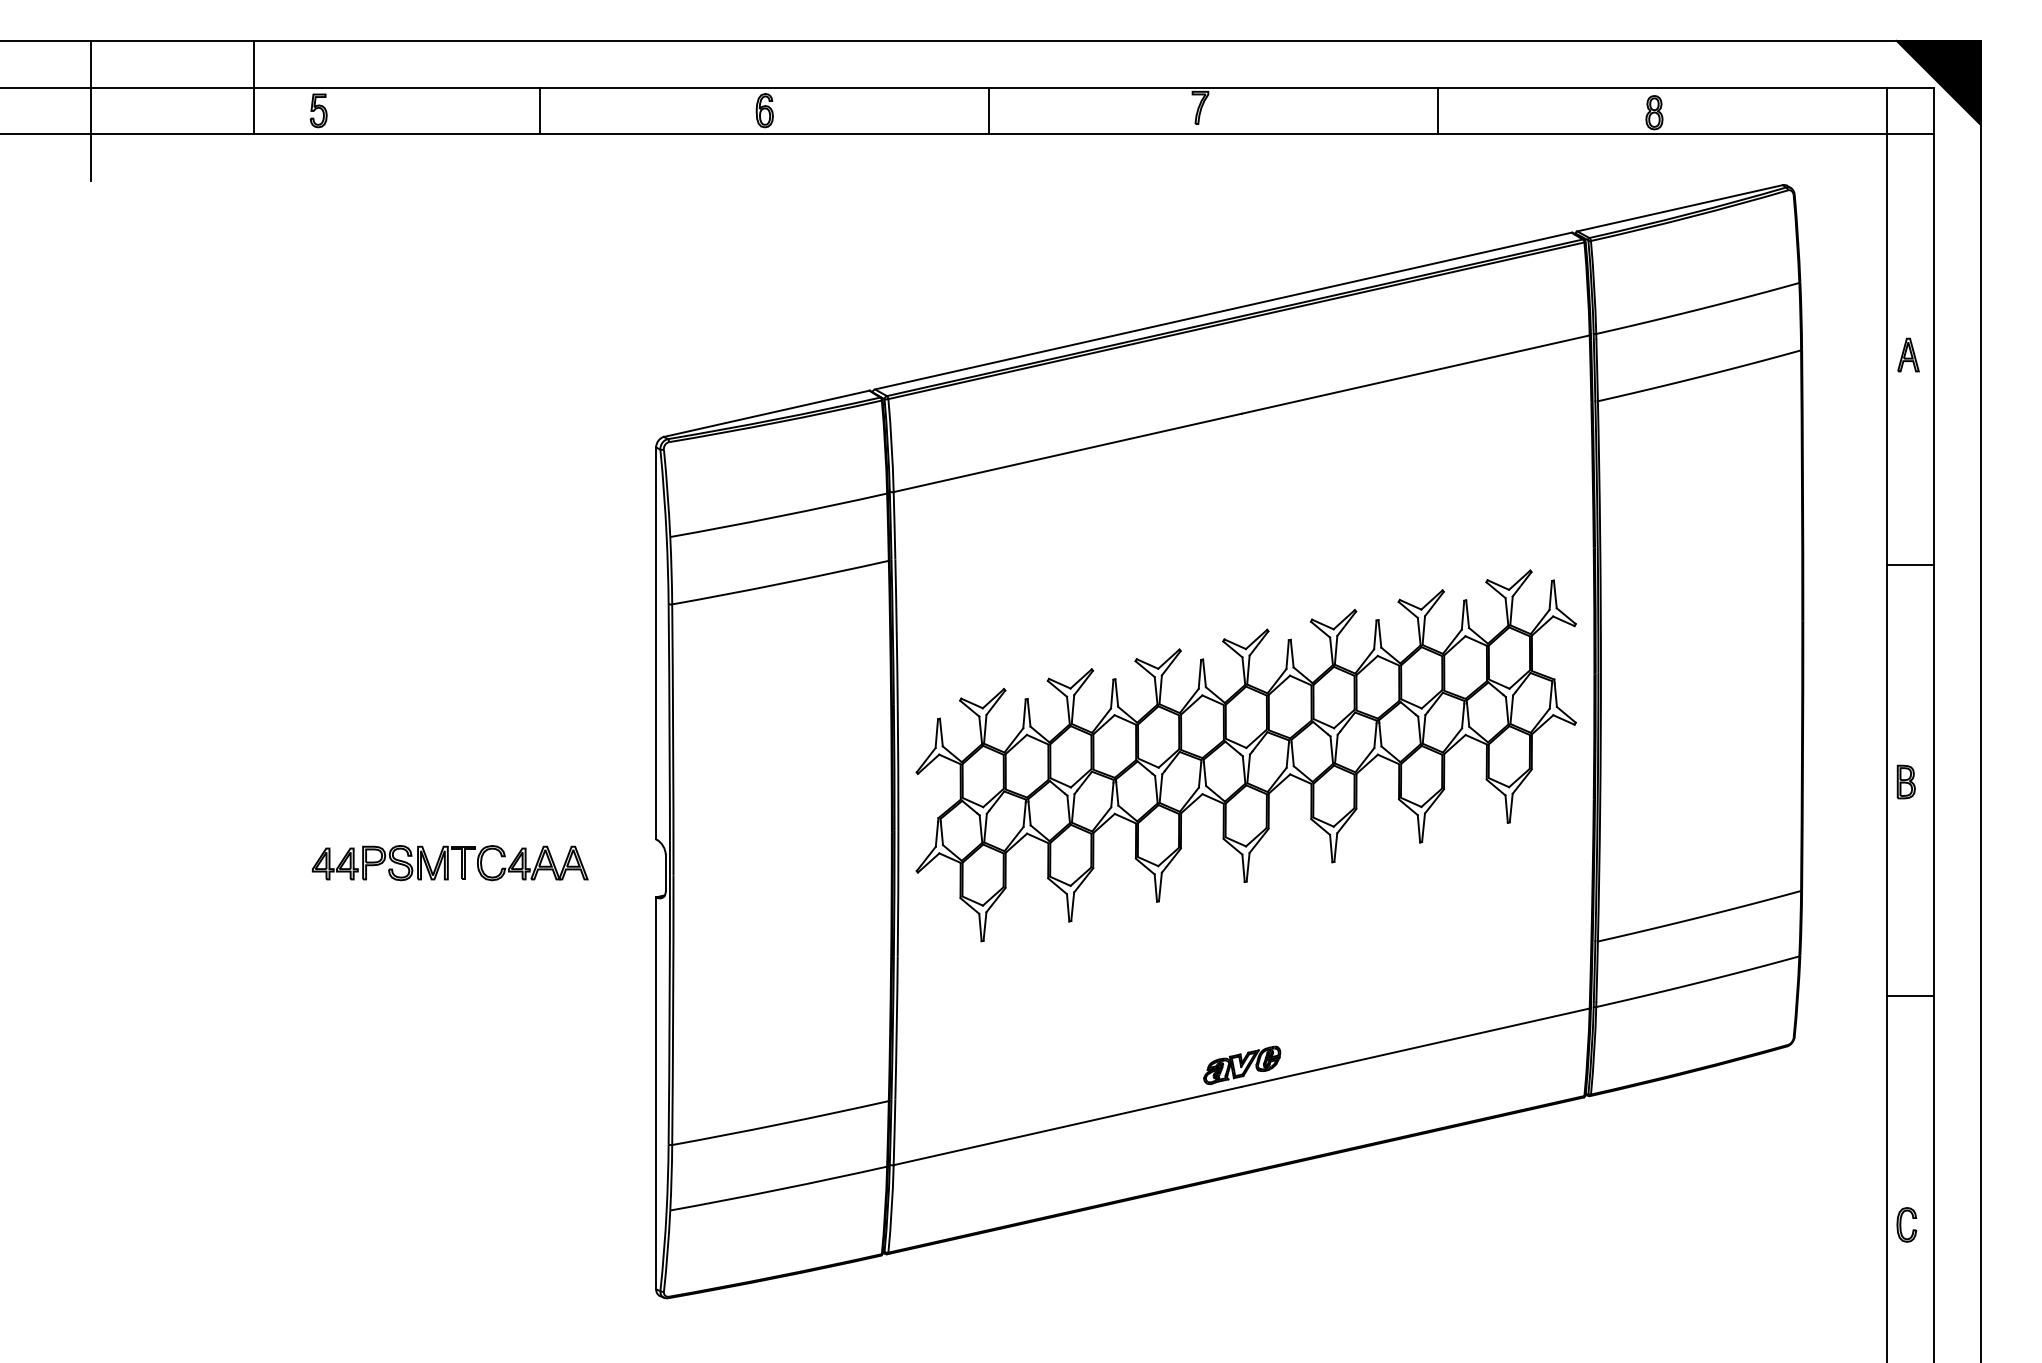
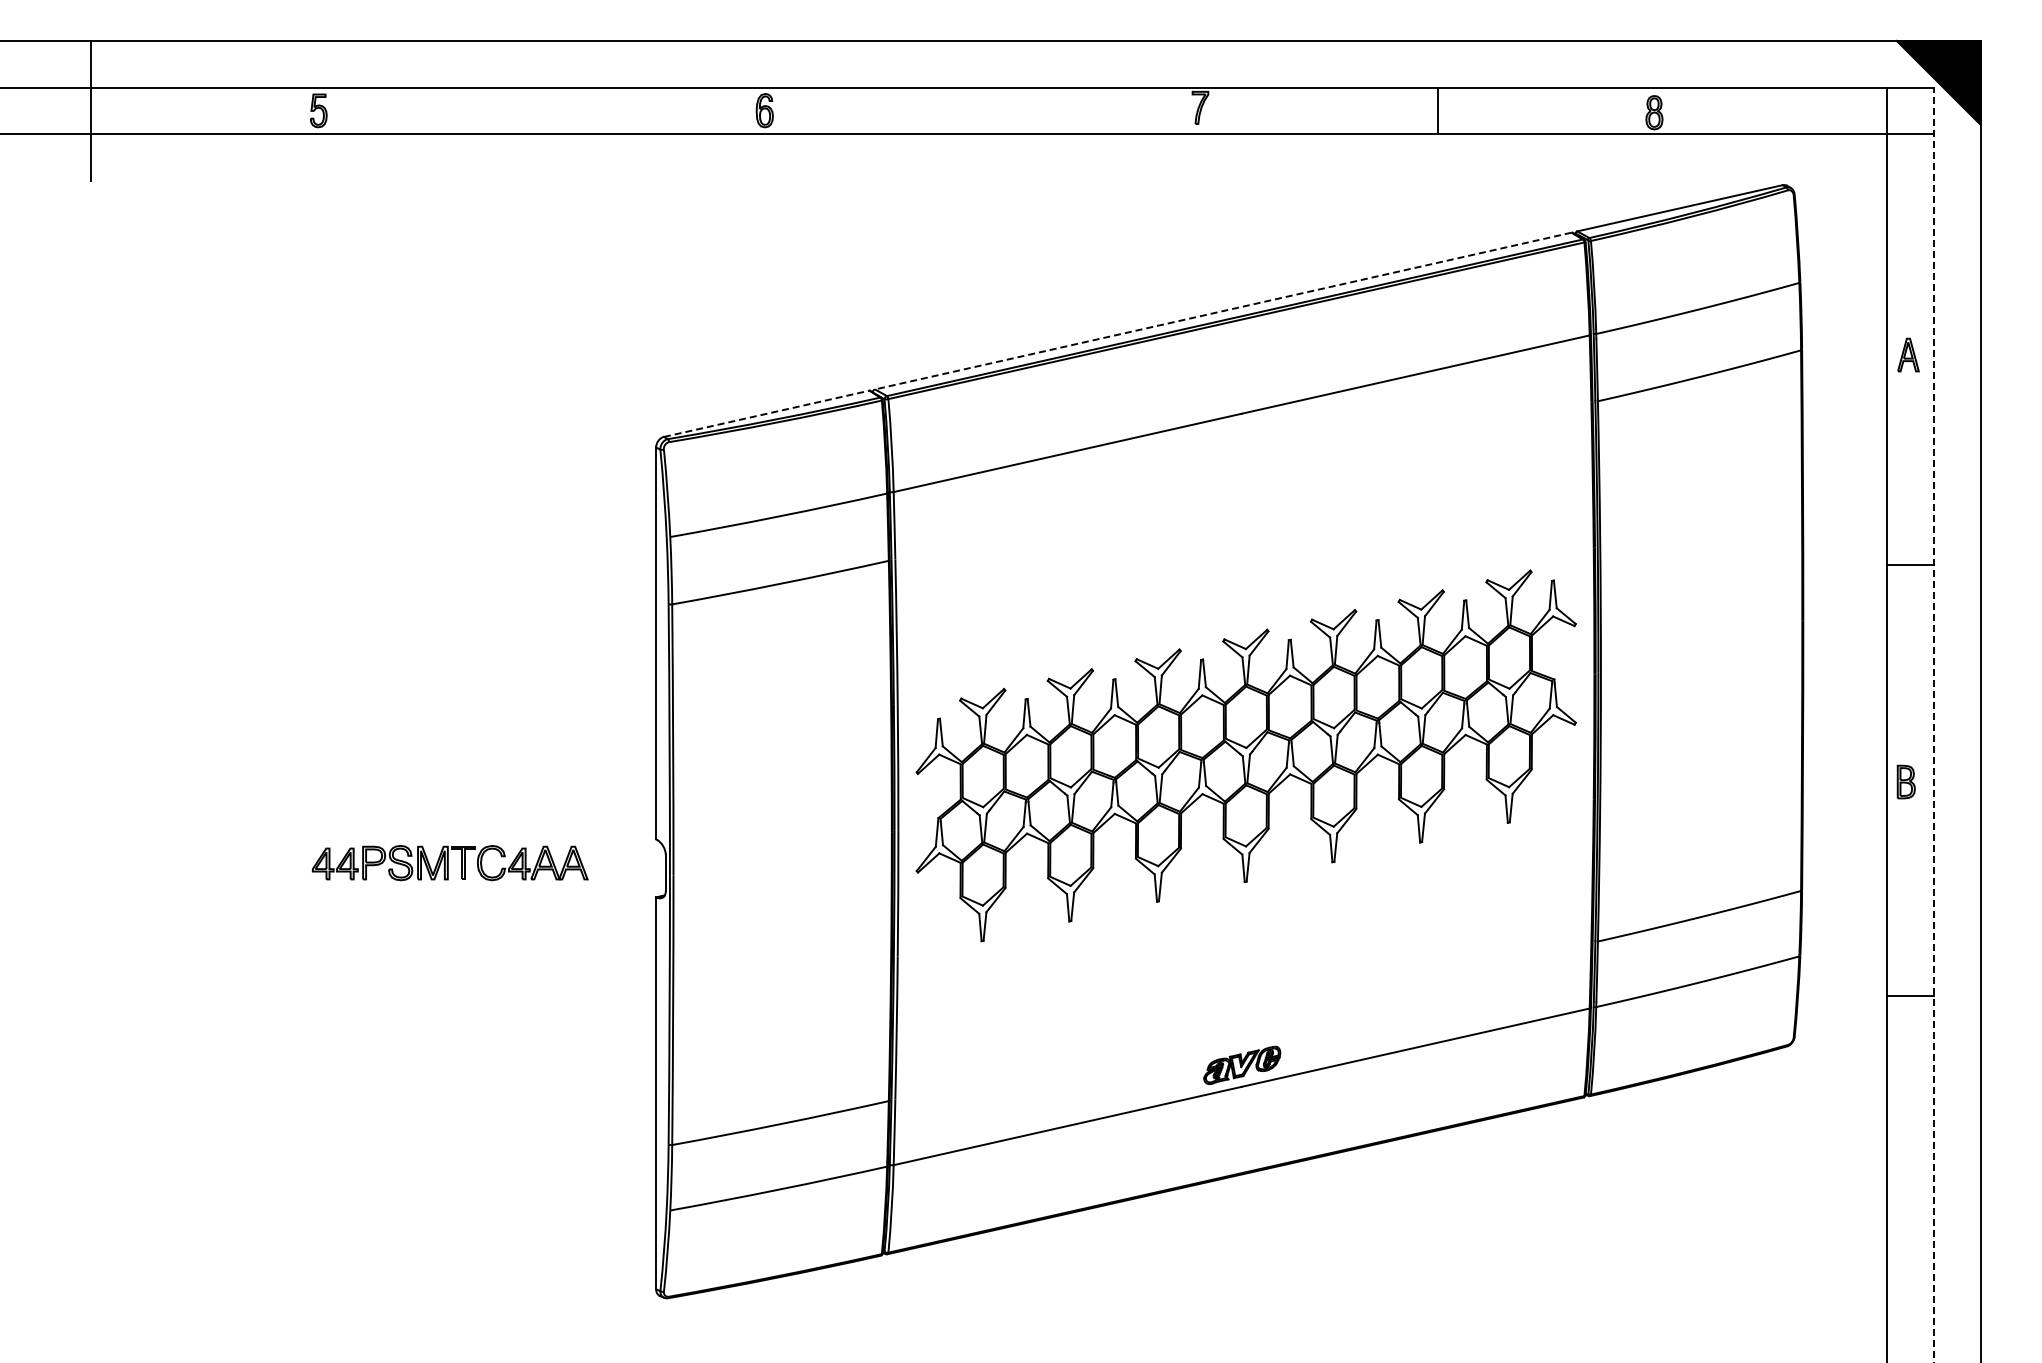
line at (254, 87): present -> none
line at (540, 110): present -> none
line at (989, 110): present -> none
line at (1222, 311): solid -> dashed
line at (767, 413): solid -> dashed
line at (1934, 724): solid -> dashed
part at (1906, 1224): present -> none
